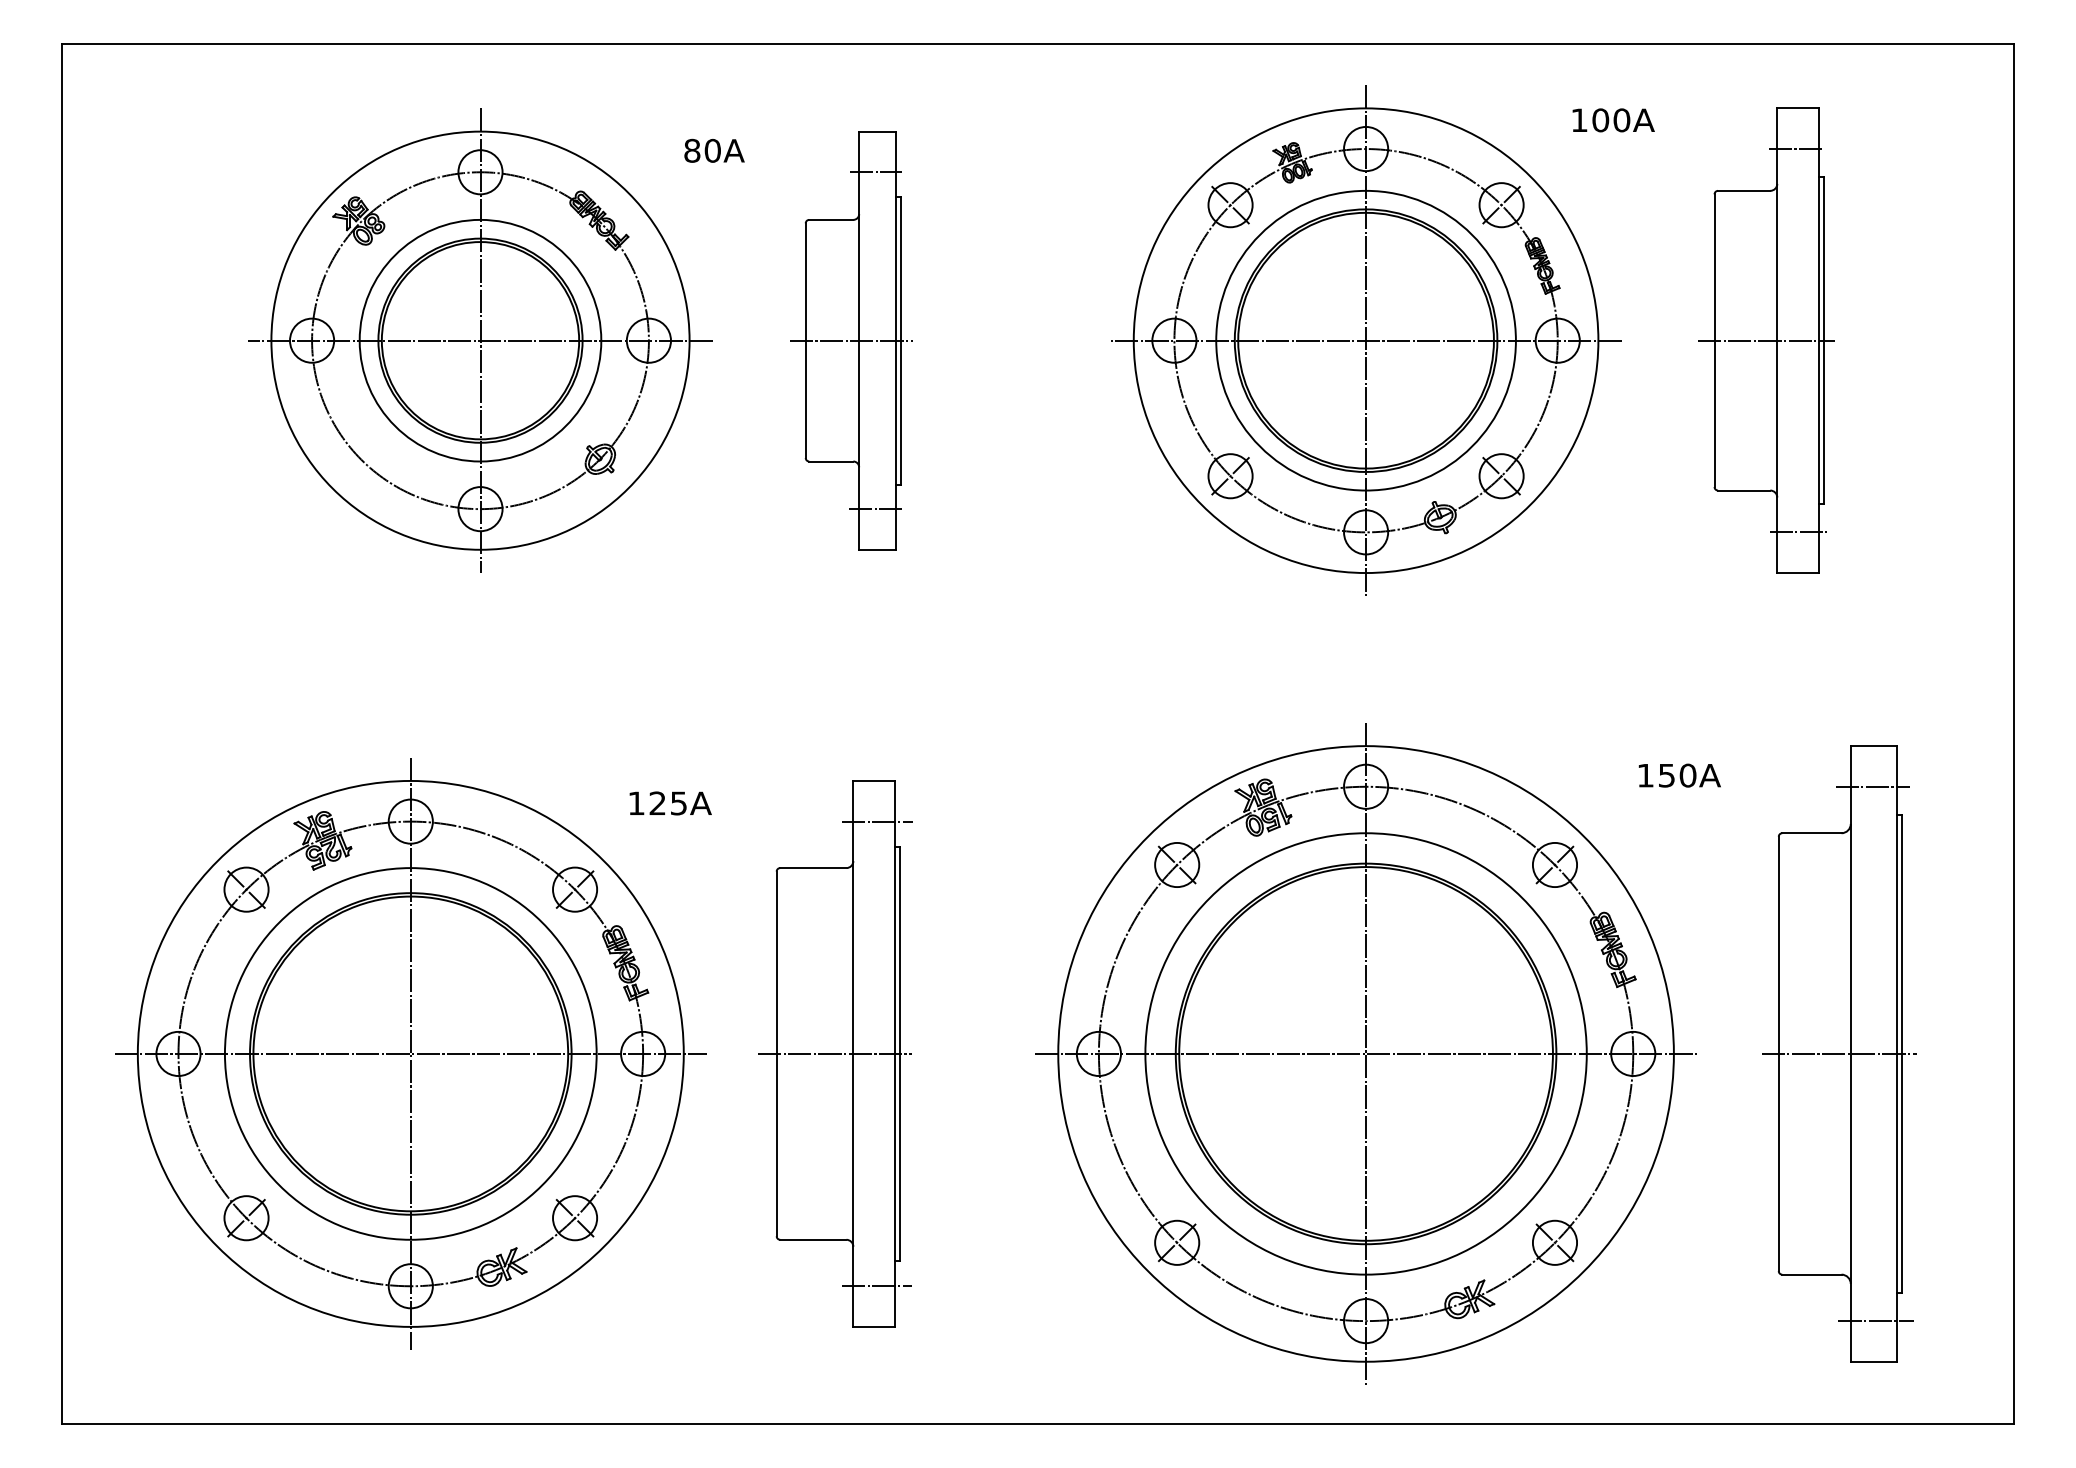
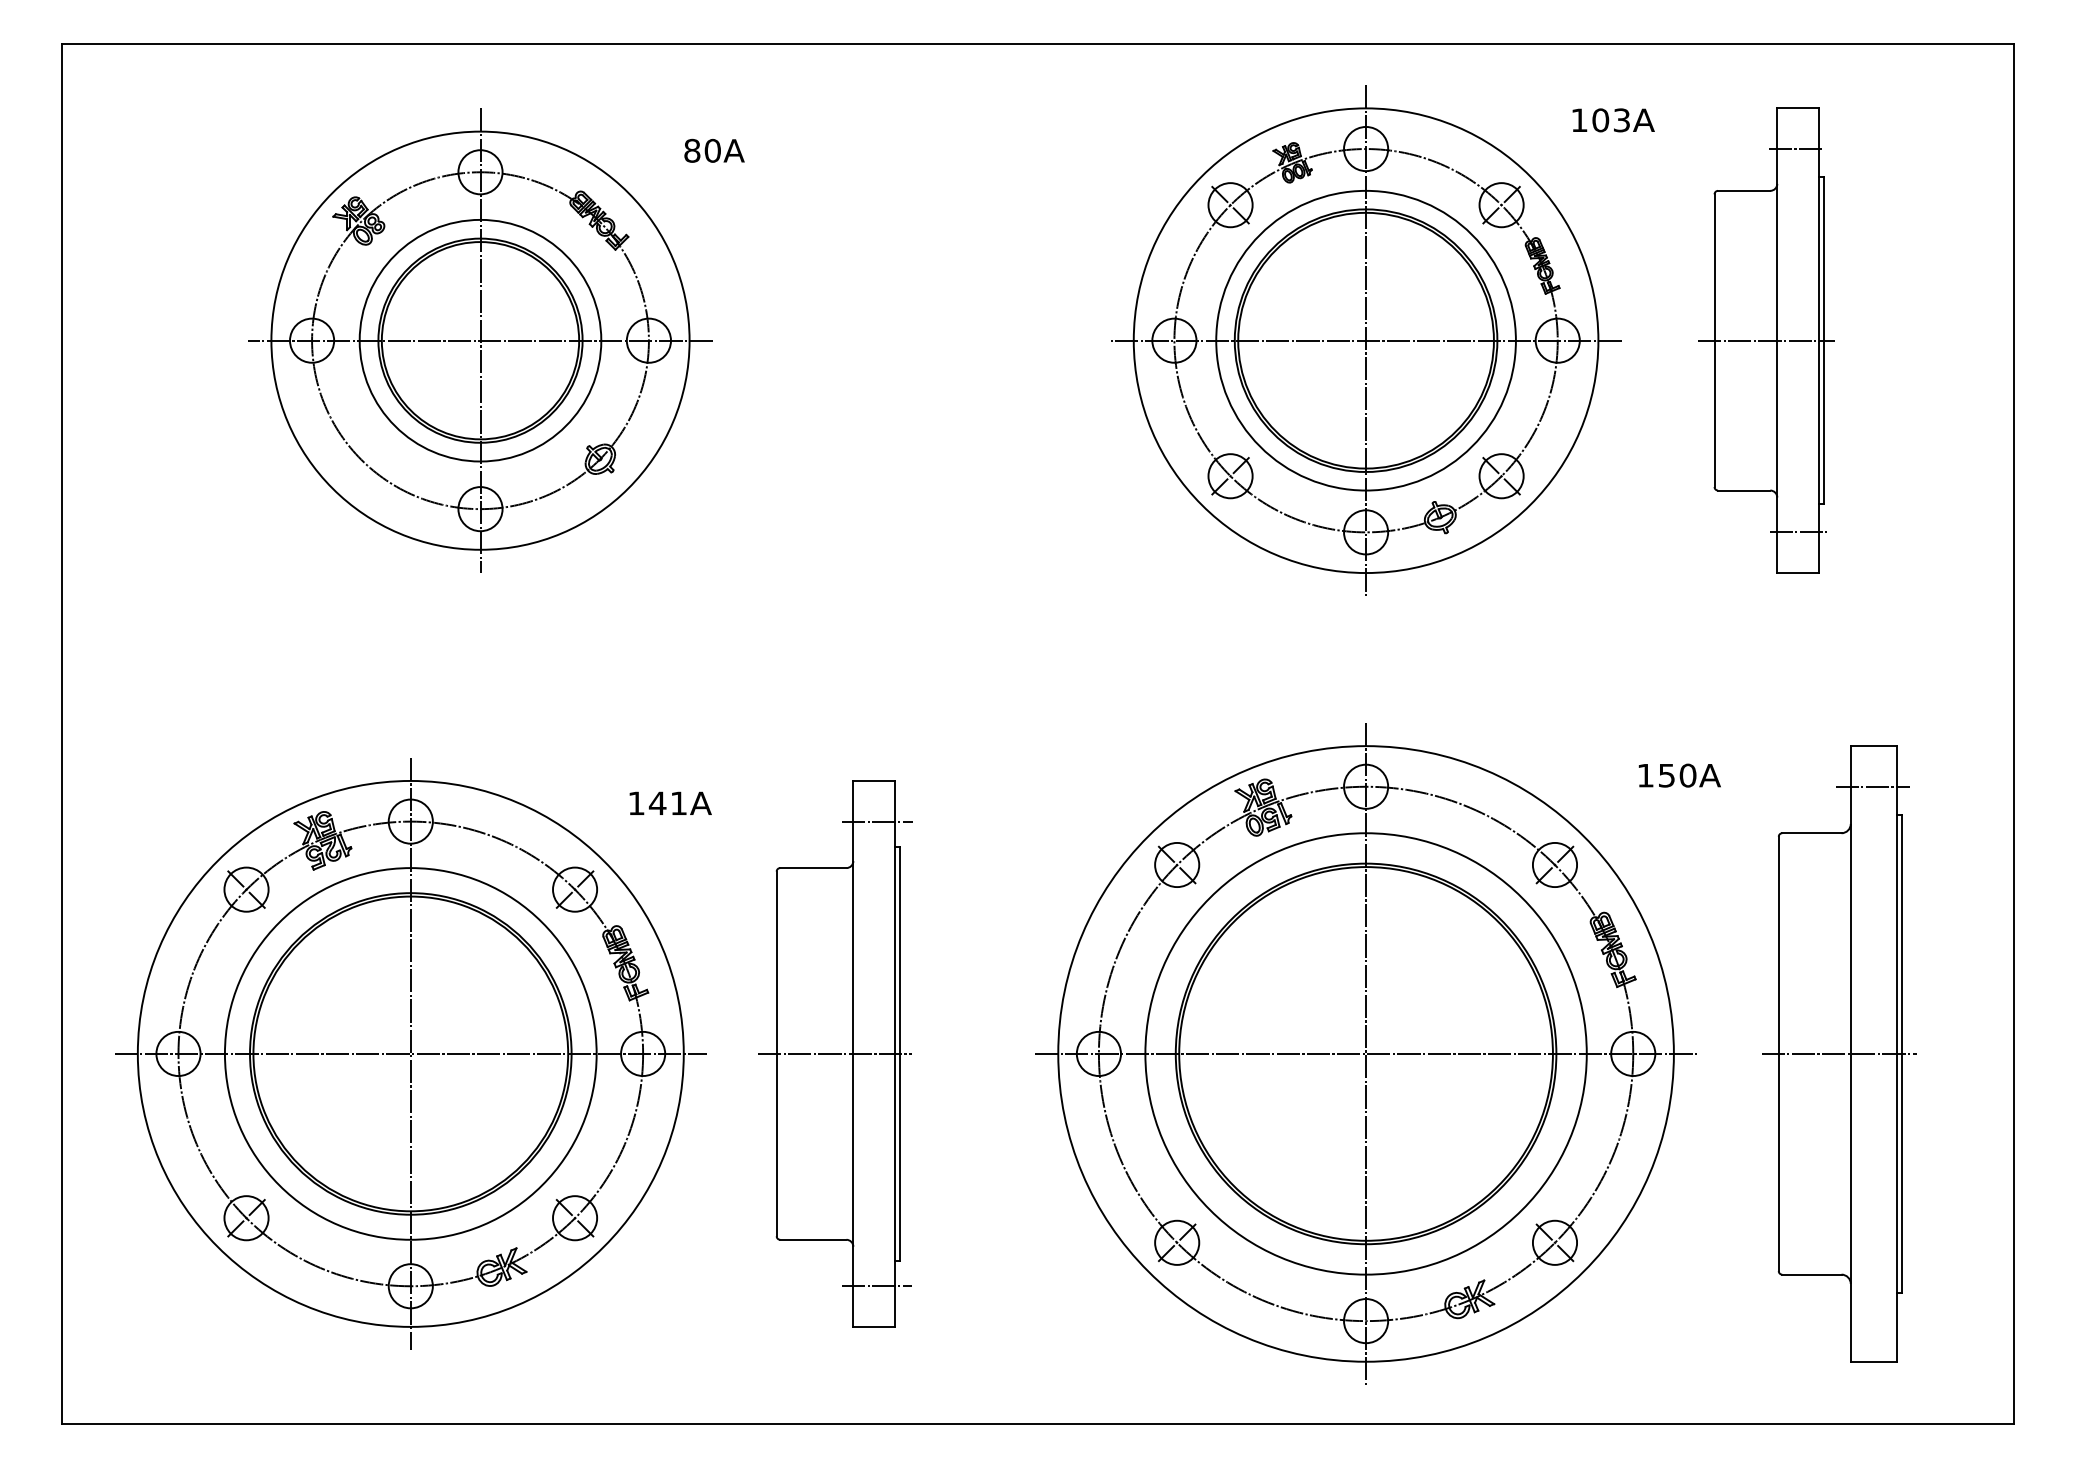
text at (1621, 120): 100A -> 103A
part at (851, 340): present -> none
text at (667, 803): 125A -> 141A
line at (1875, 1321): present -> none
